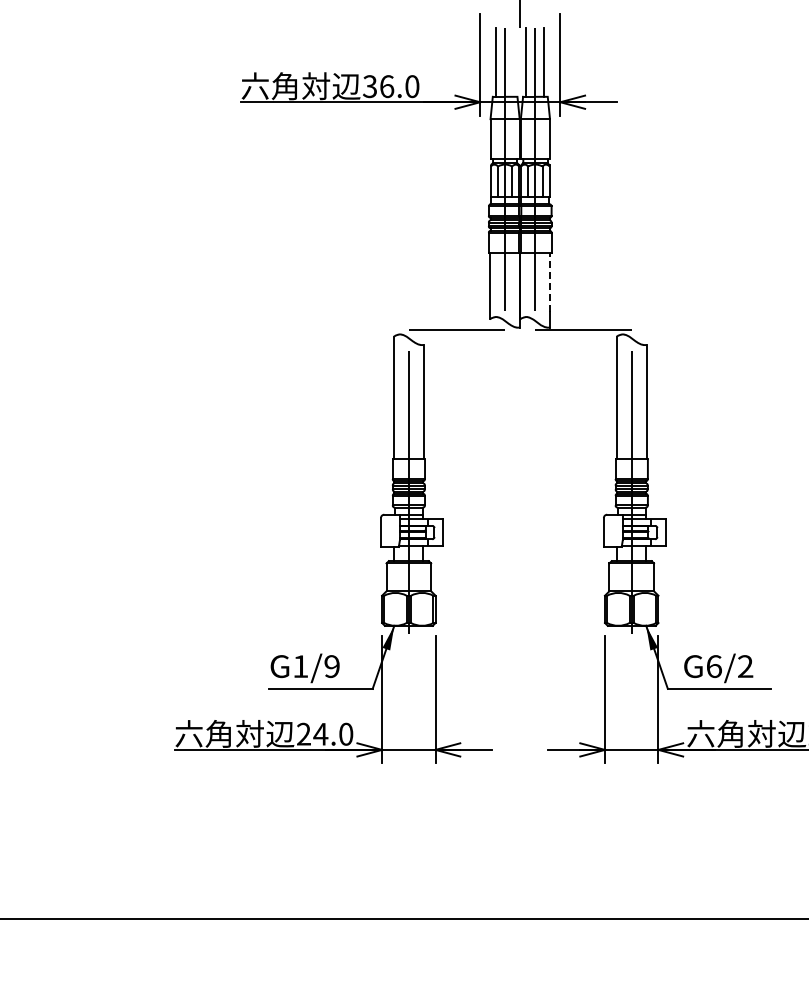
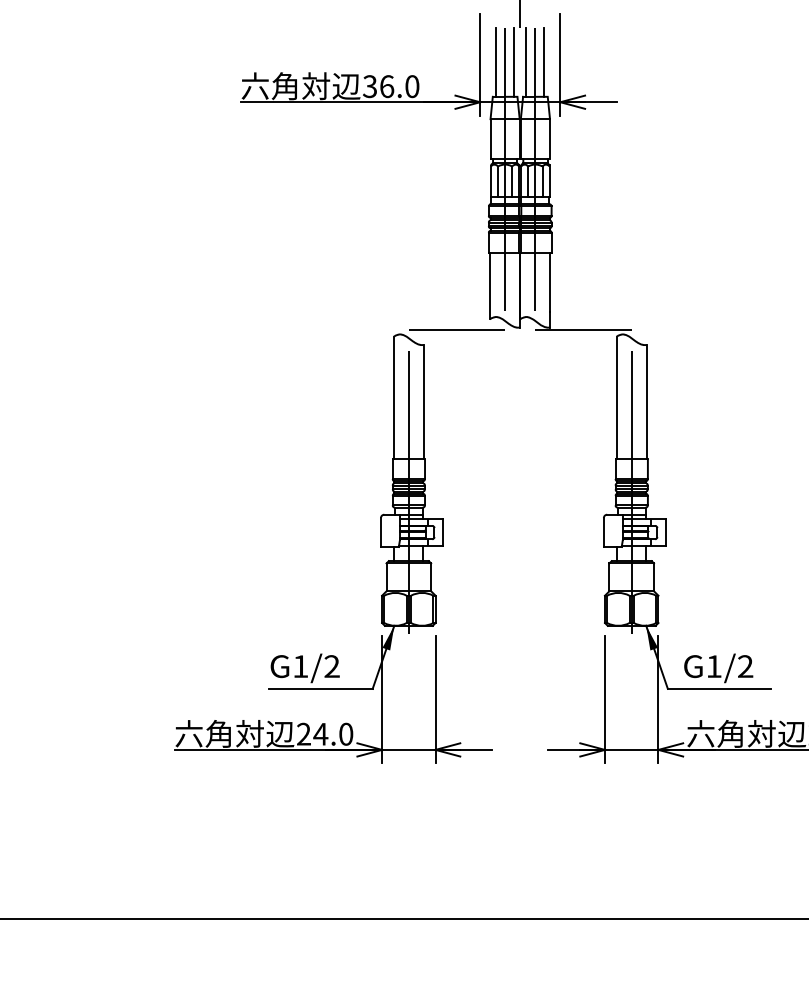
line at (514, 61): none -> present
line at (550, 282): dashed -> solid
text at (331, 666): G1/9 -> G1/2
text at (714, 666): G6/2 -> G1/2
